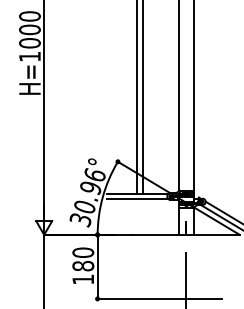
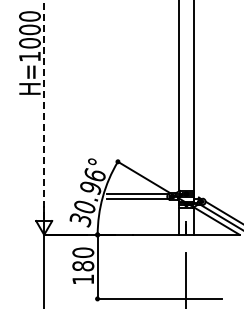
line at (136, 98): present -> none
line at (142, 98): present -> none
line at (44, 109): solid -> dashed
